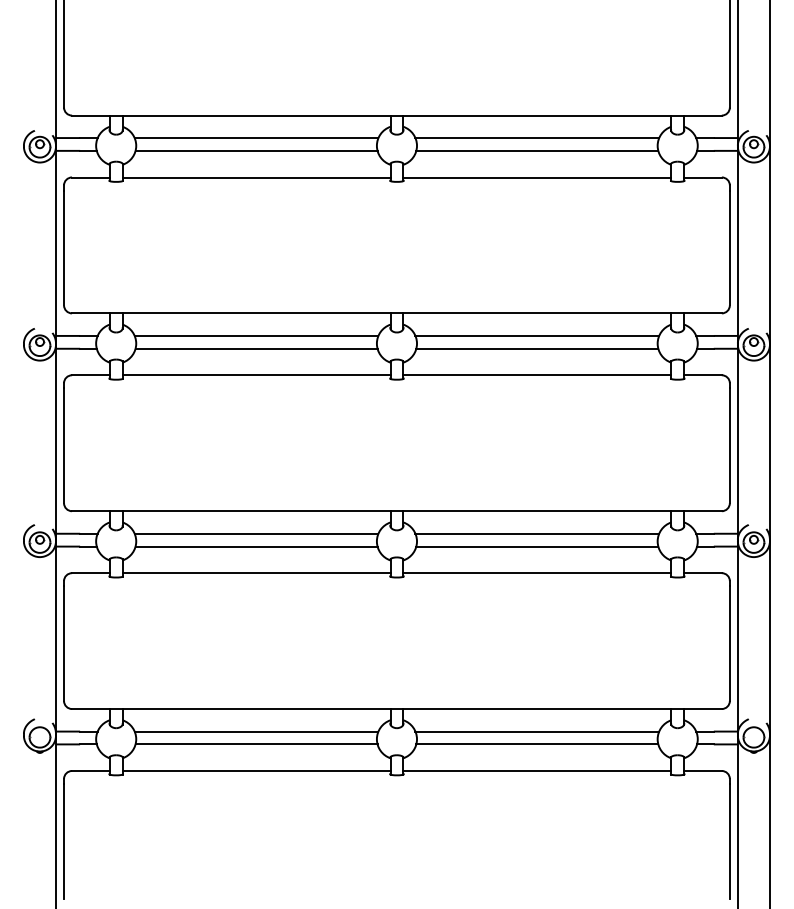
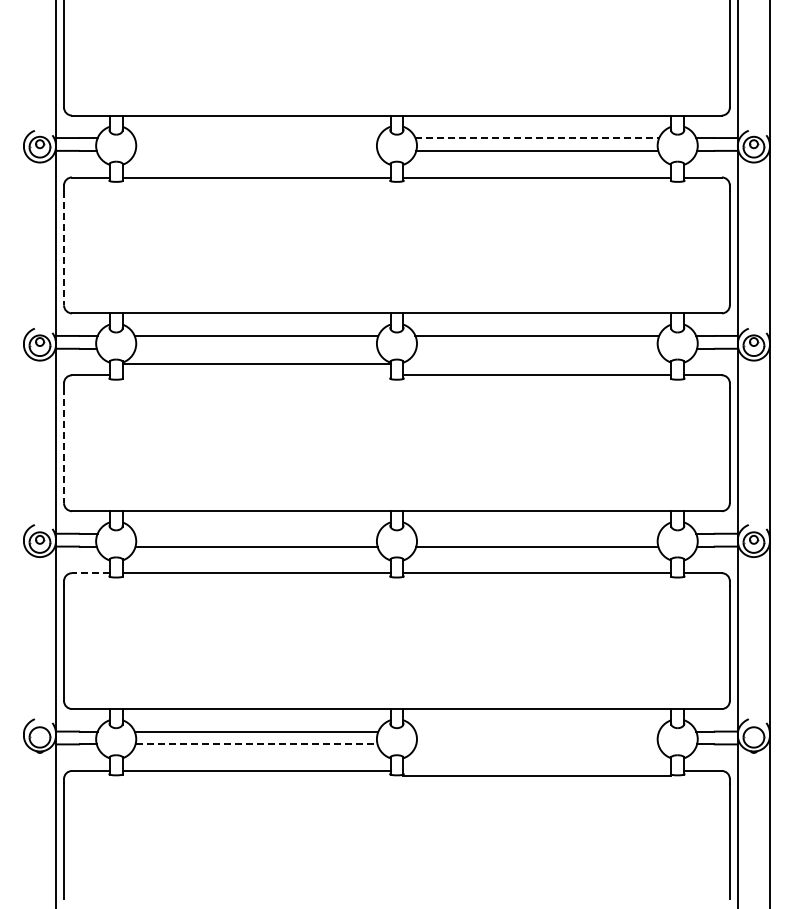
line at (256, 138): present -> none
line at (537, 138): solid -> dashed
line at (256, 150): present -> none
line at (64, 248): solid -> dashed
line at (256, 348): present -> none
line at (537, 348): present -> none
line at (256, 375) position: (256, 375) -> (256, 364)
line at (64, 446): solid -> dashed
line at (256, 533): present -> none
line at (537, 533): present -> none
line at (90, 573): solid -> dashed
line at (537, 731): present -> none
line at (257, 744): solid -> dashed
line at (537, 744): present -> none
line at (537, 770) position: (537, 770) -> (537, 775)
